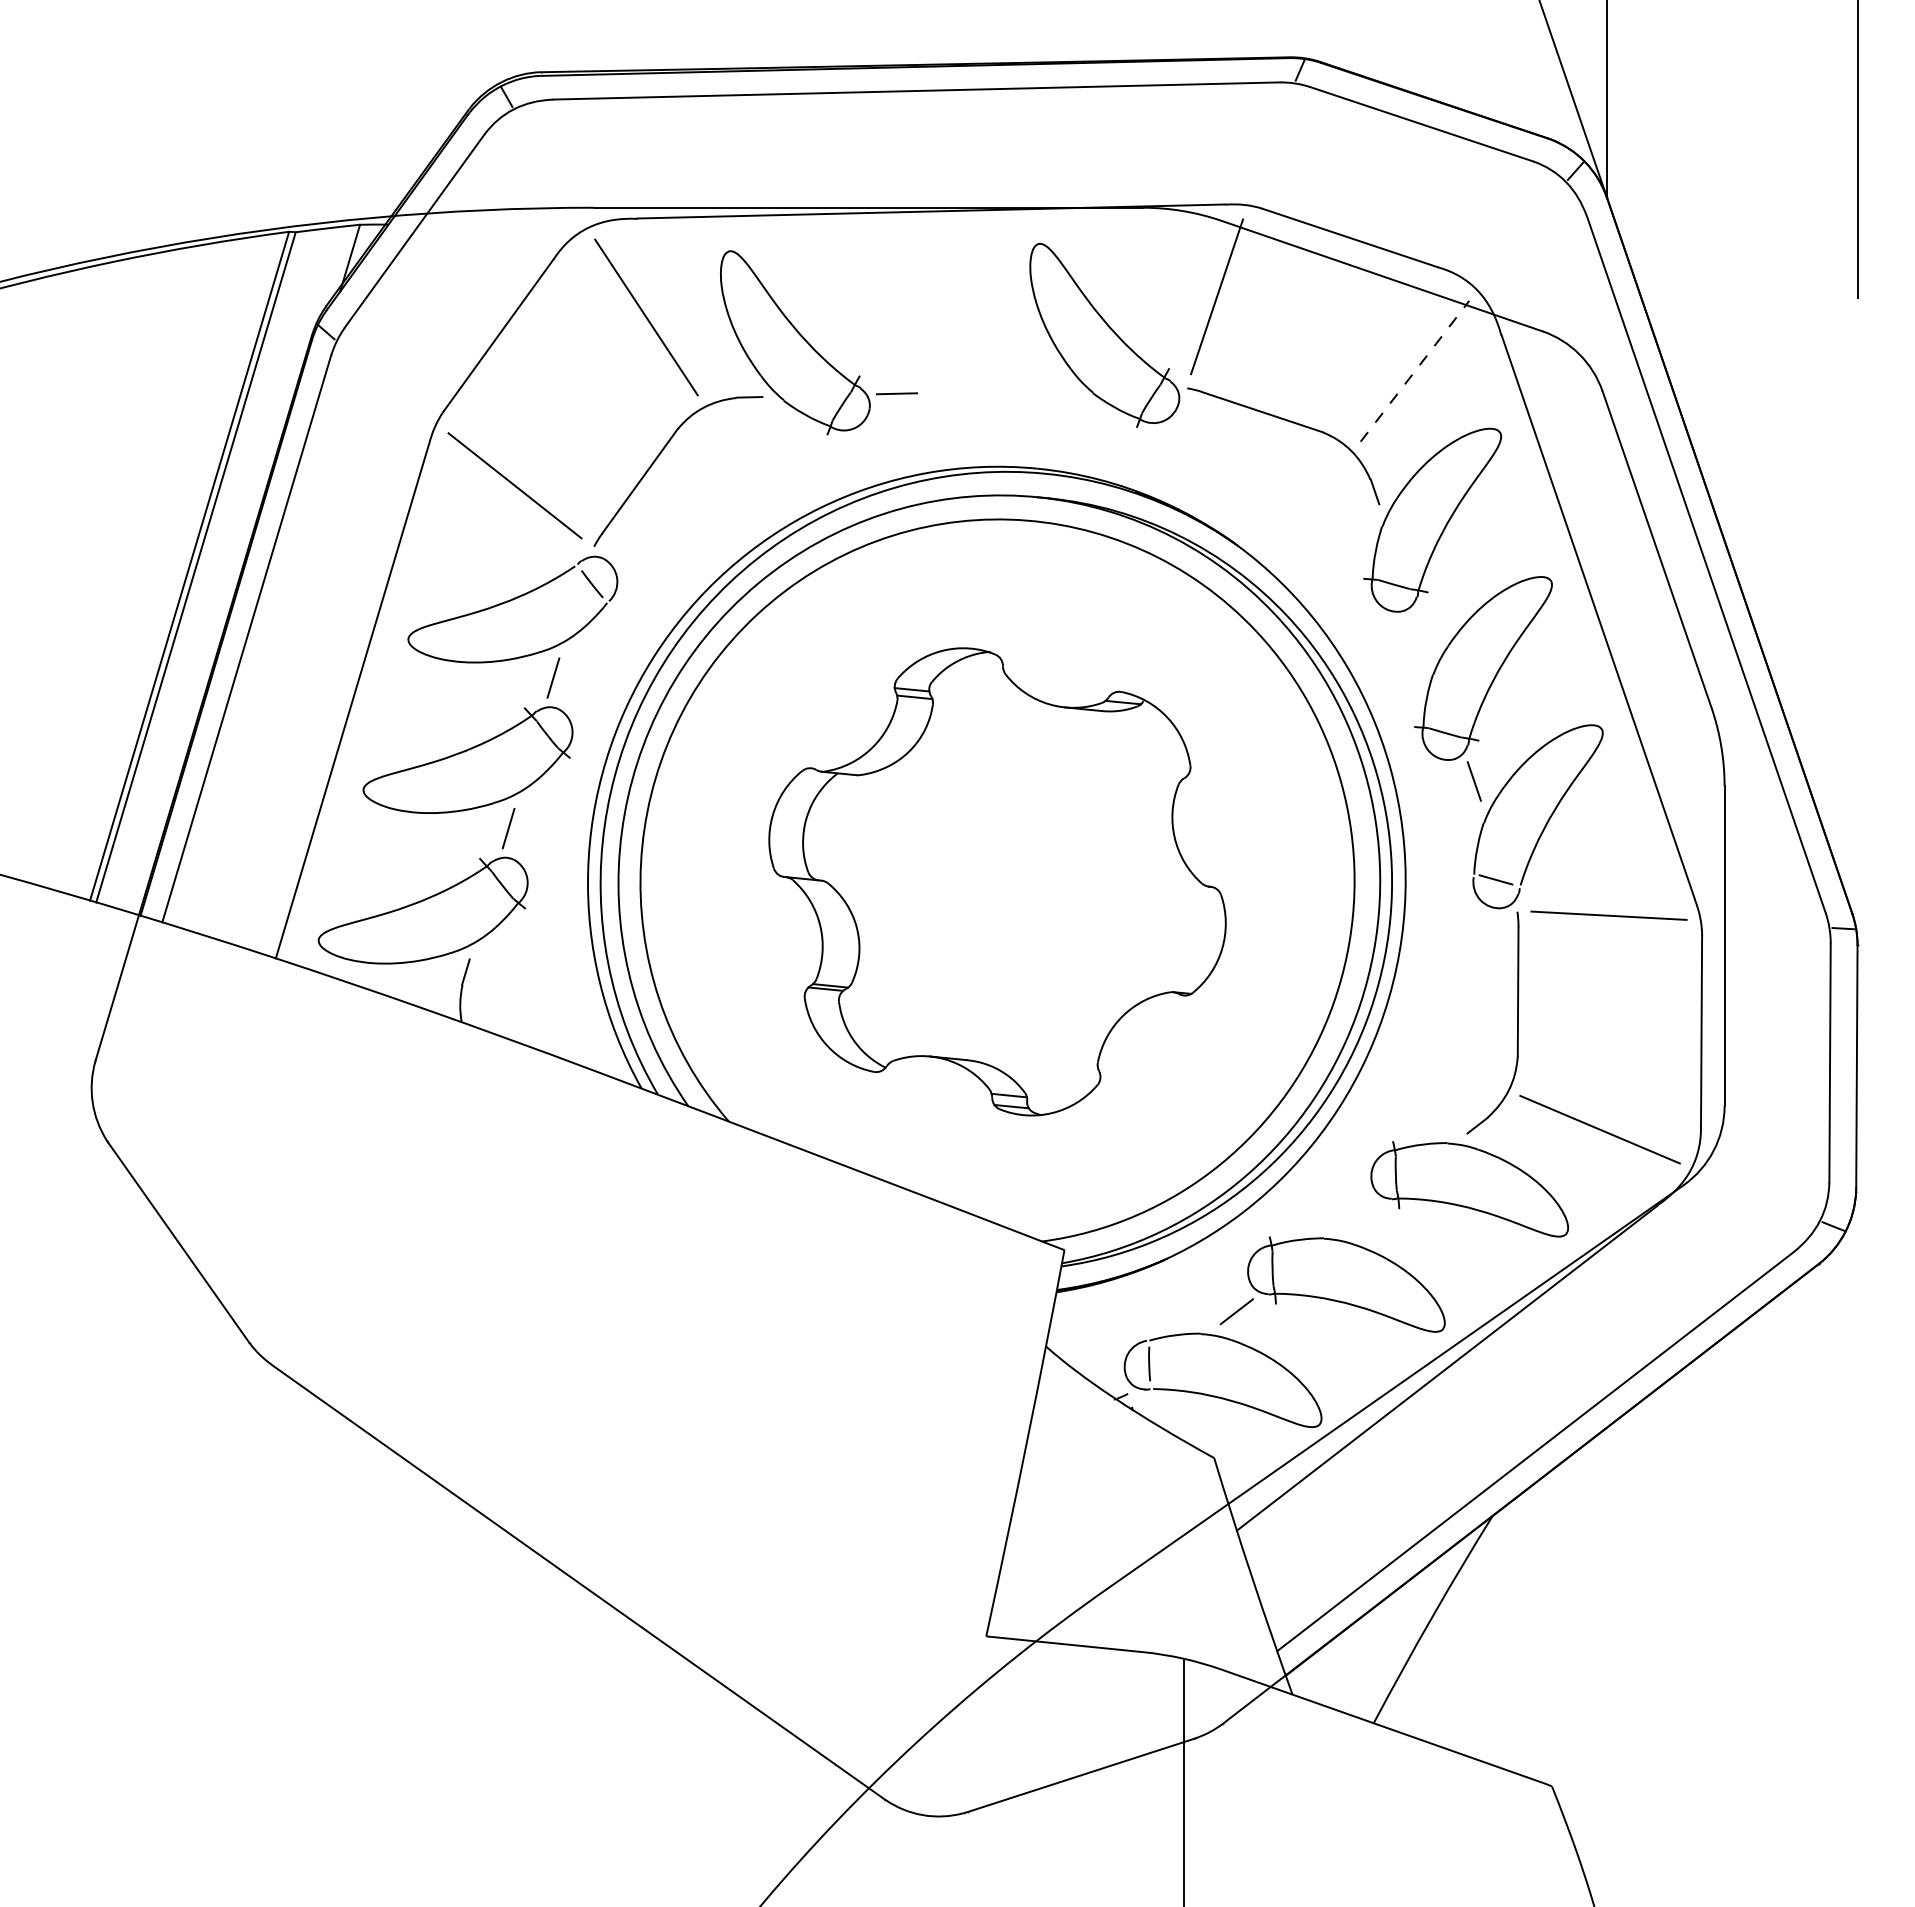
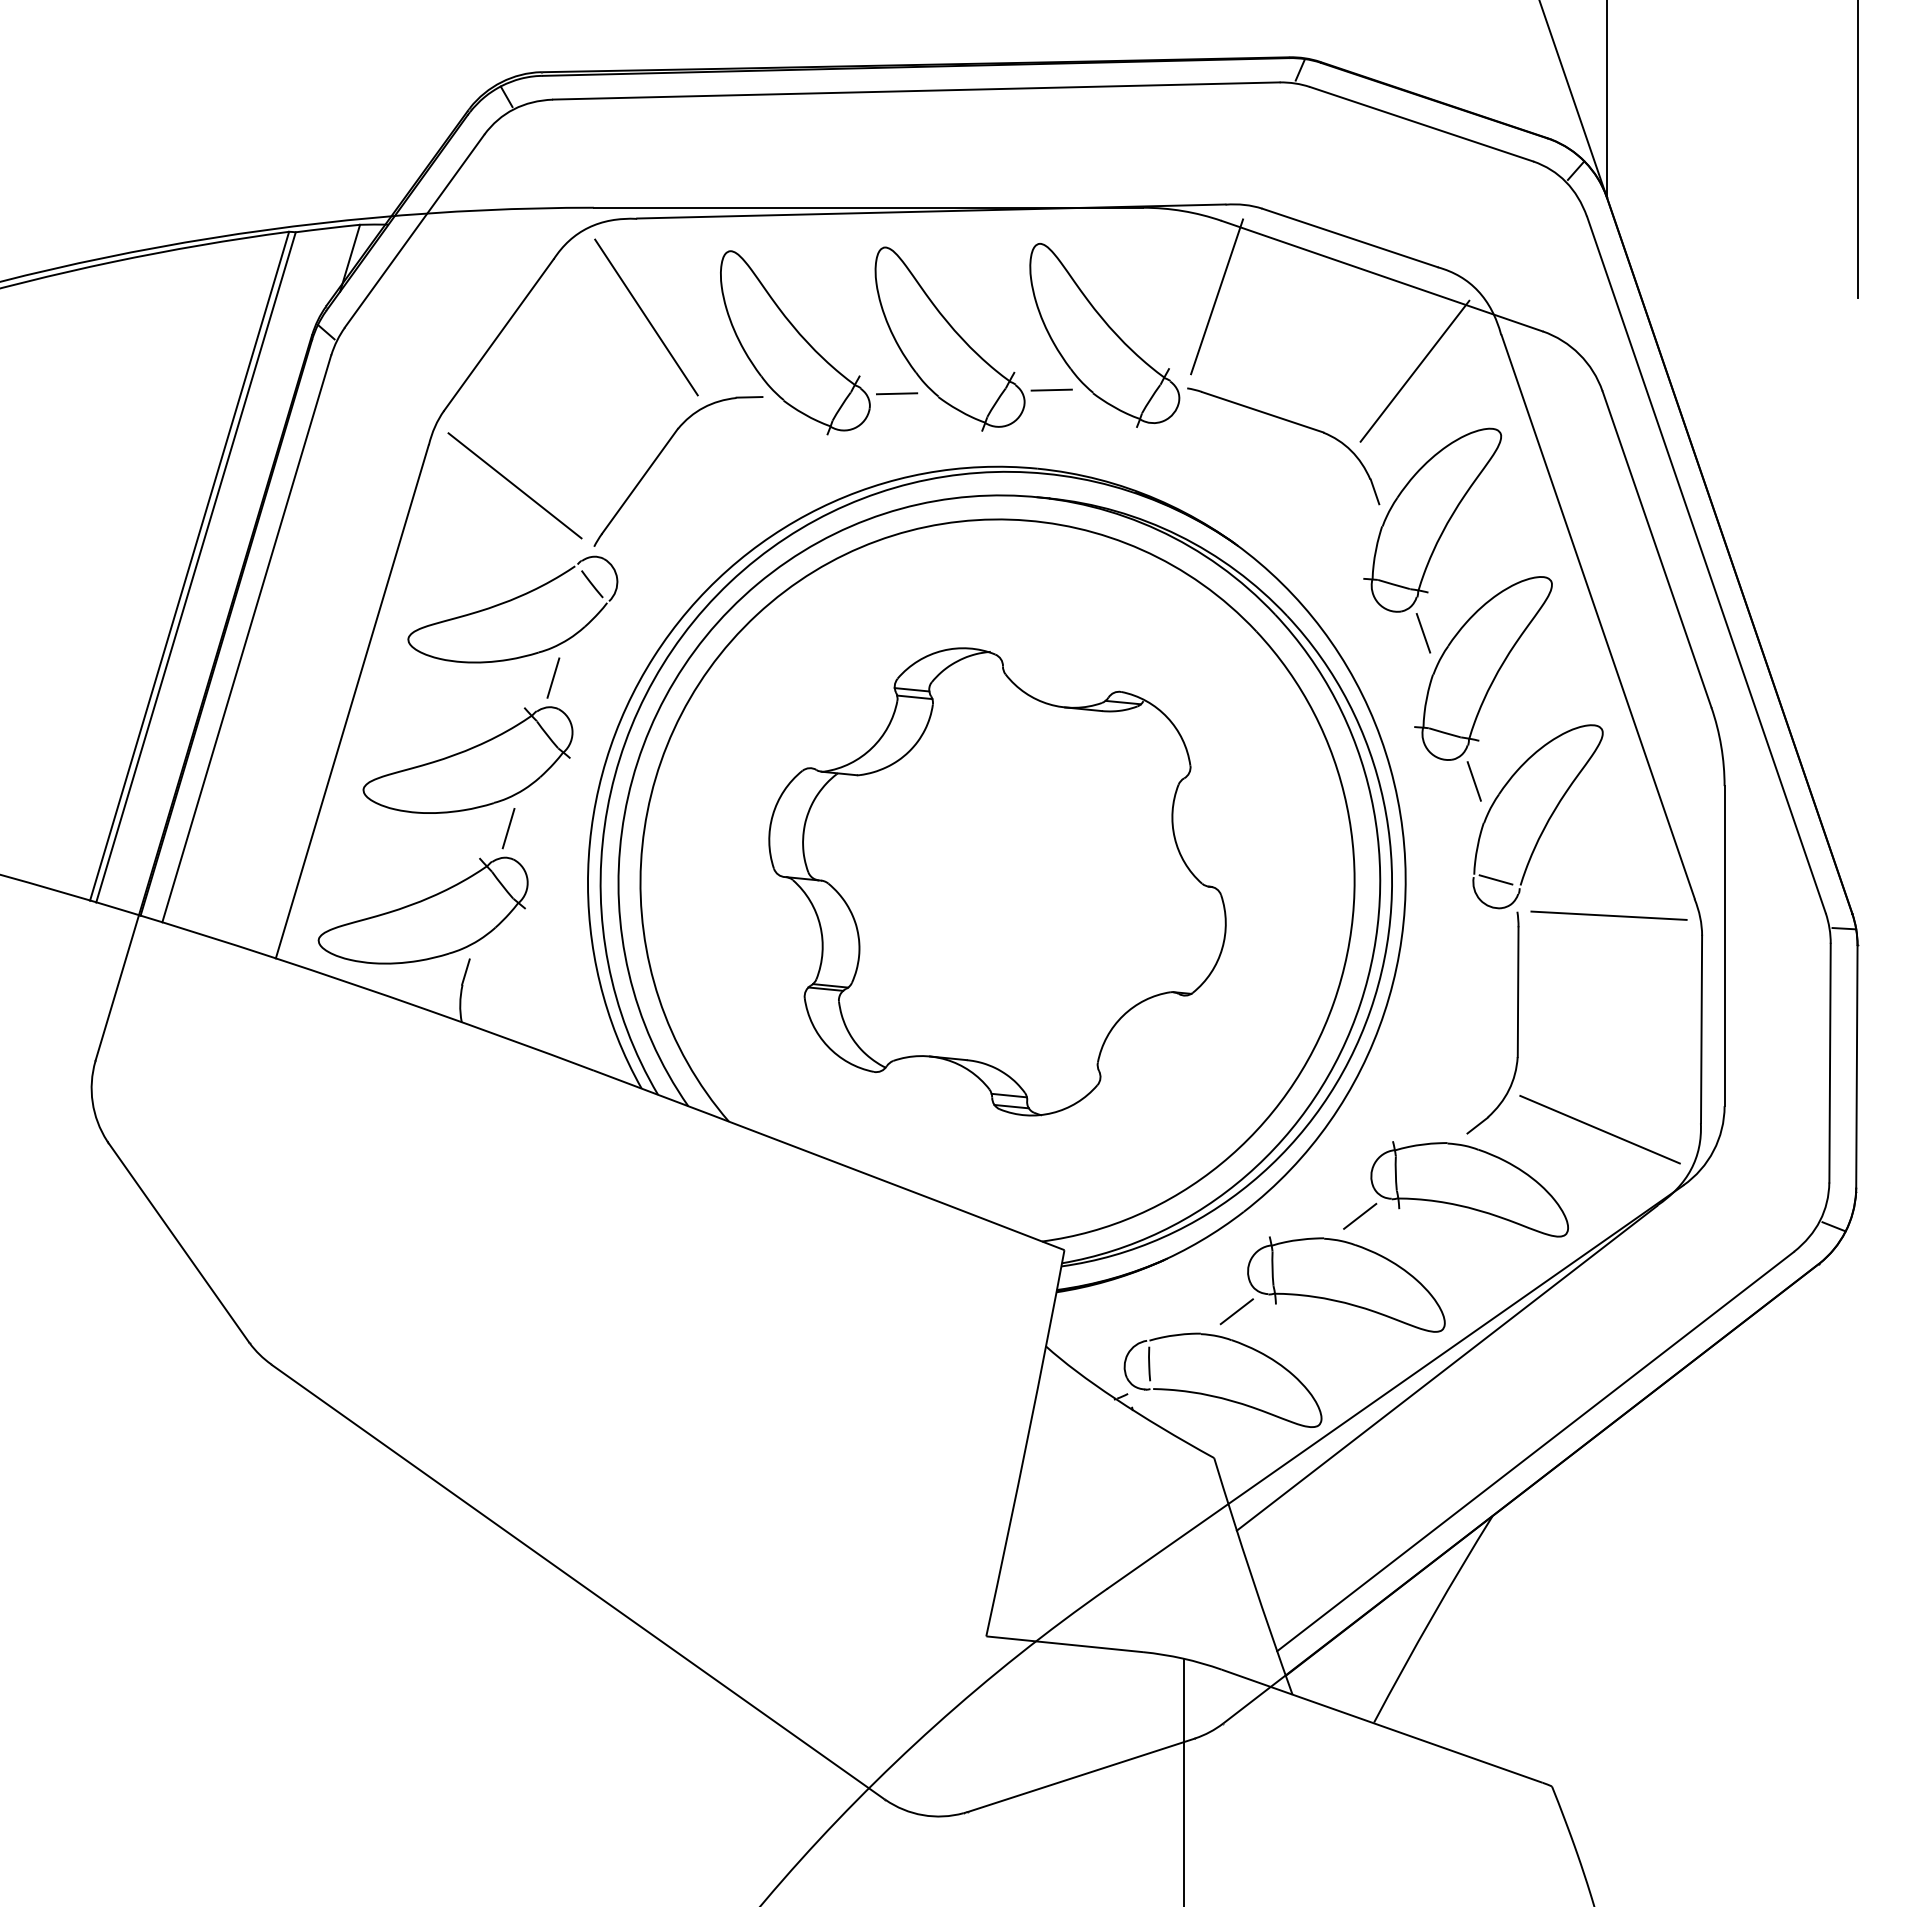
part at (967, 342): none -> present
line at (1414, 371): dashed -> solid
line at (1423, 633): none -> present
line at (1360, 1215): none -> present
